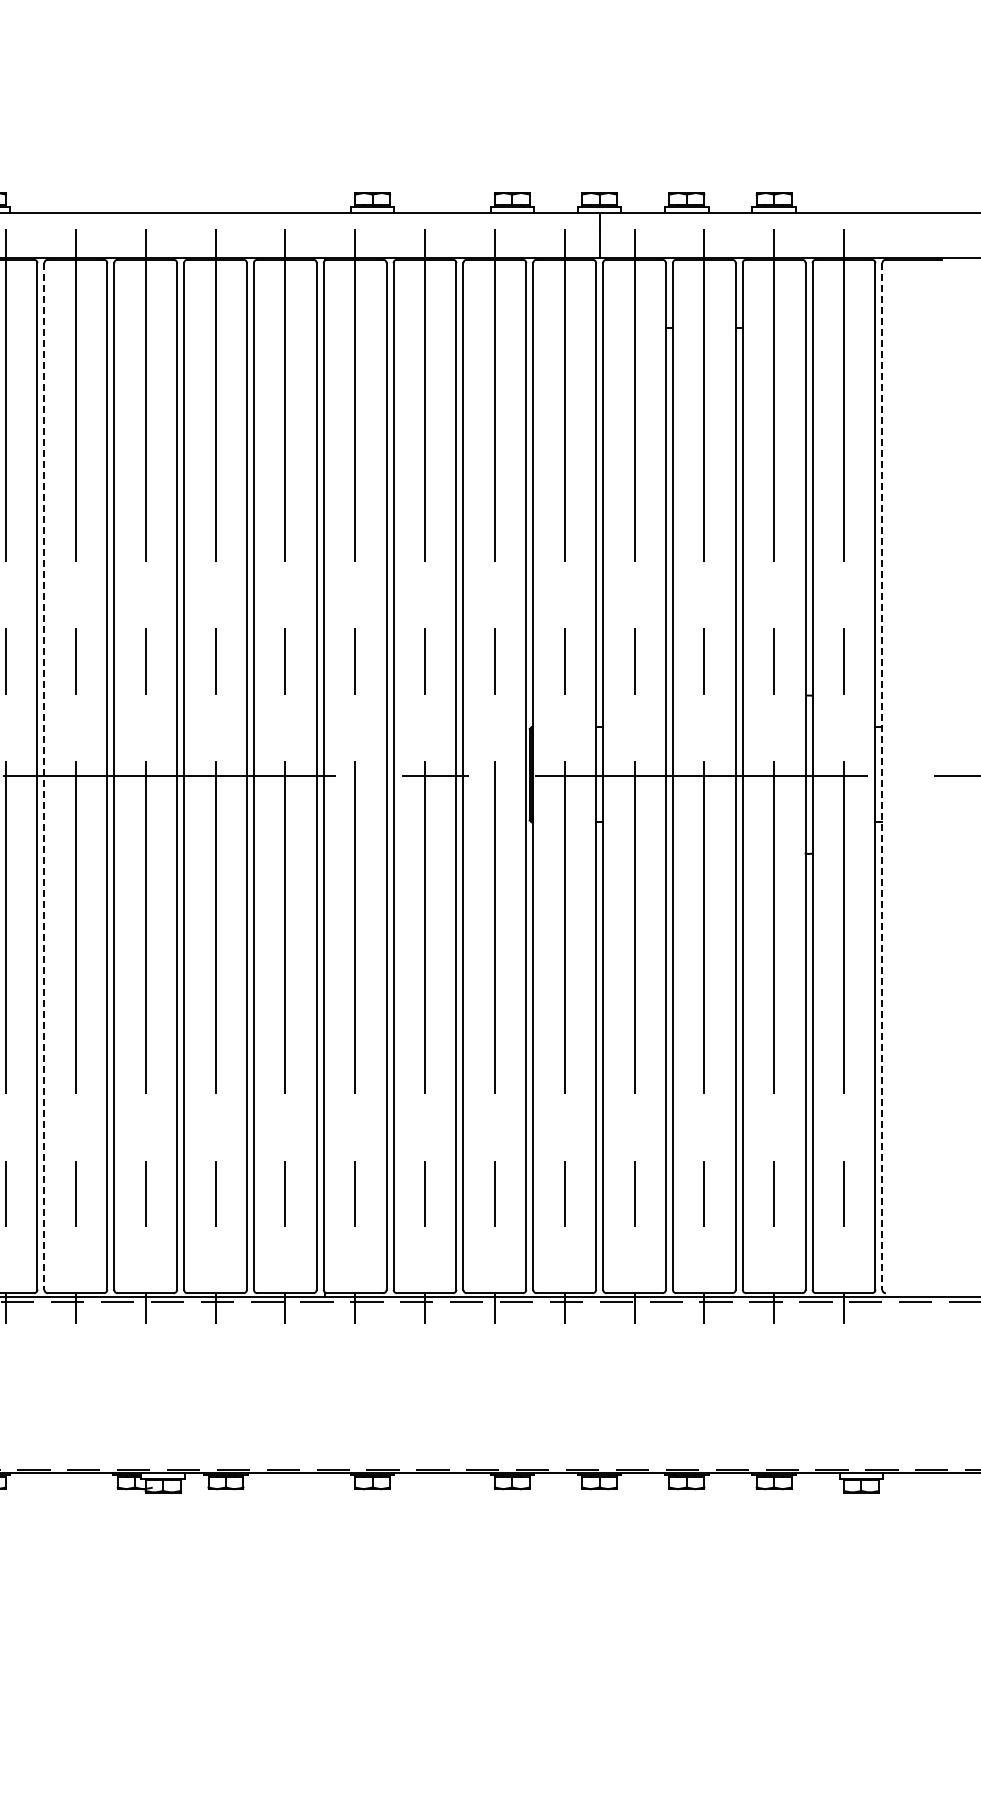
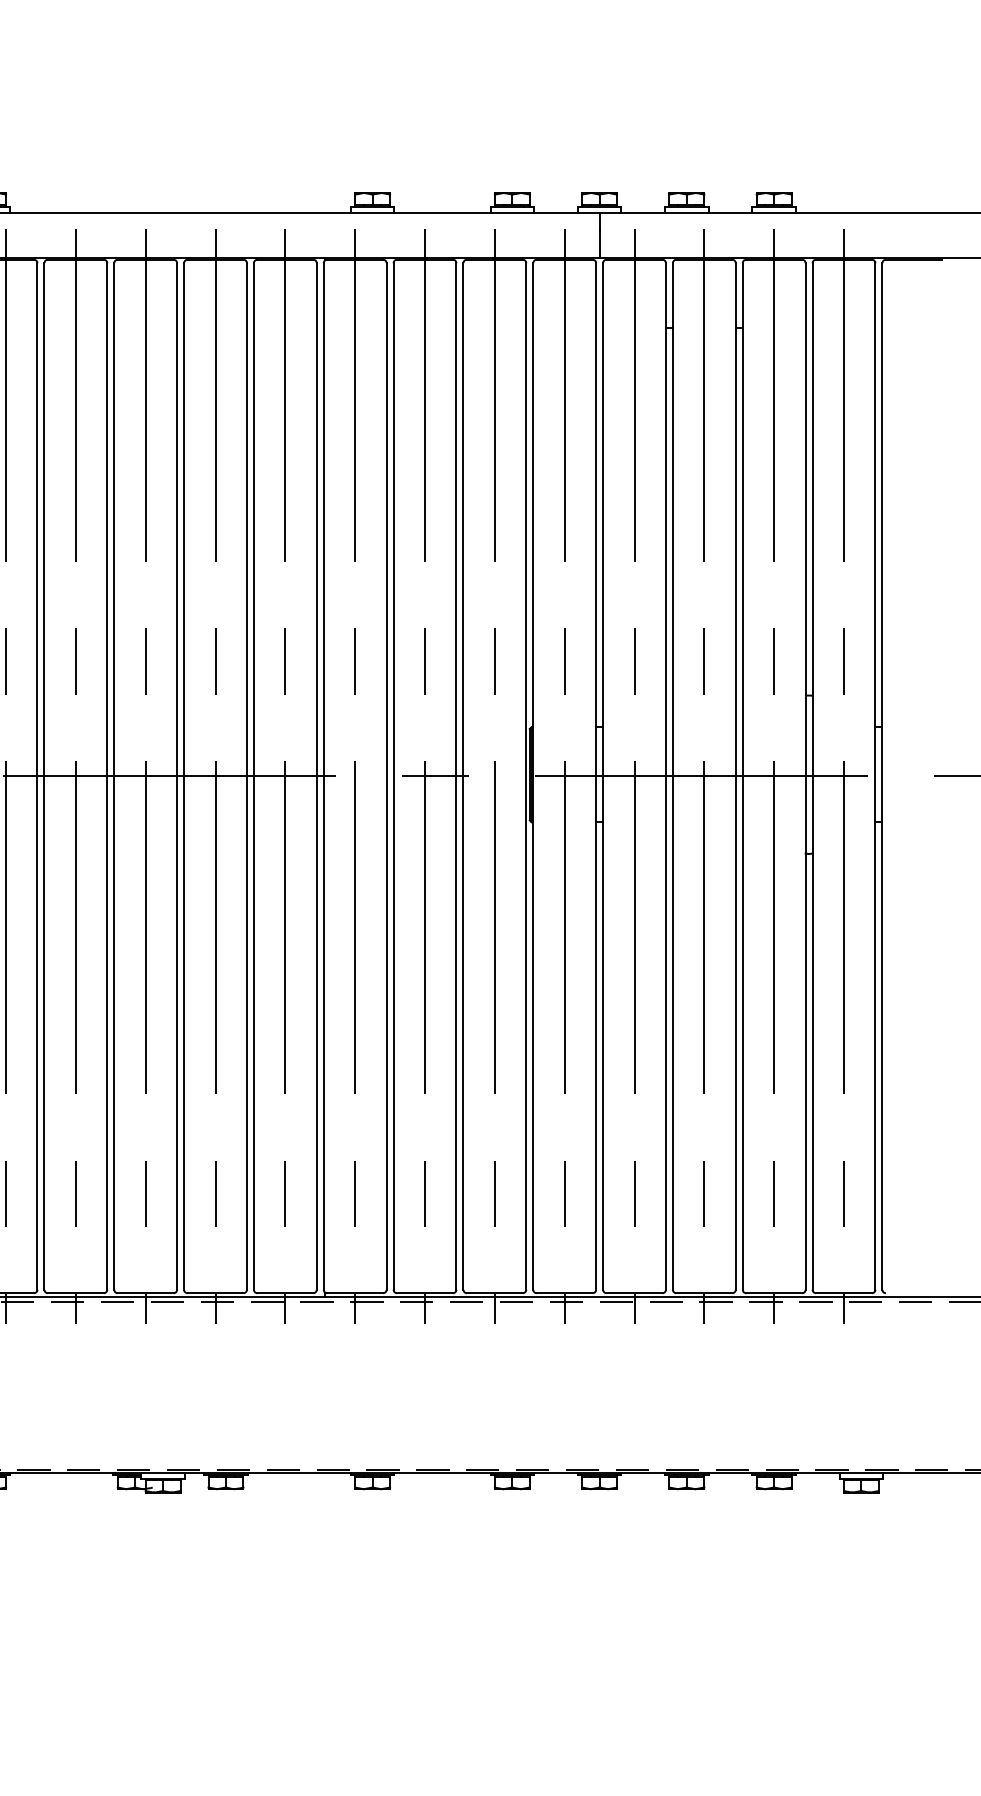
line at (44, 776): dashed -> solid
line at (882, 776): dashed -> solid
